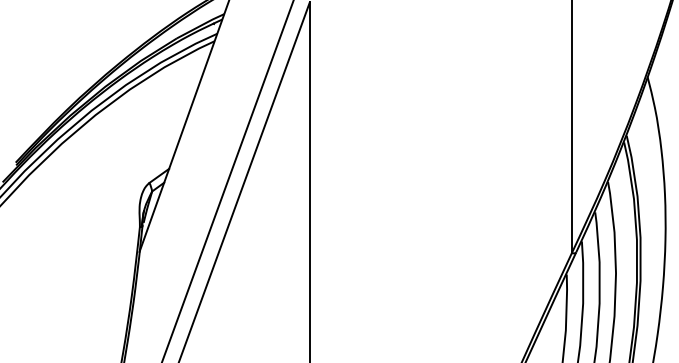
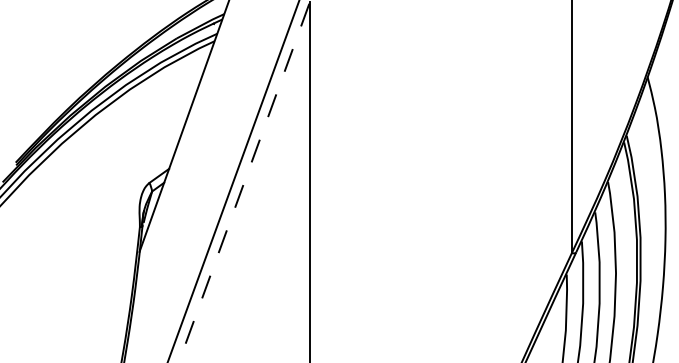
line at (228, 180) position: (228, 180) -> (233, 180)
line at (244, 182): solid -> dashed
